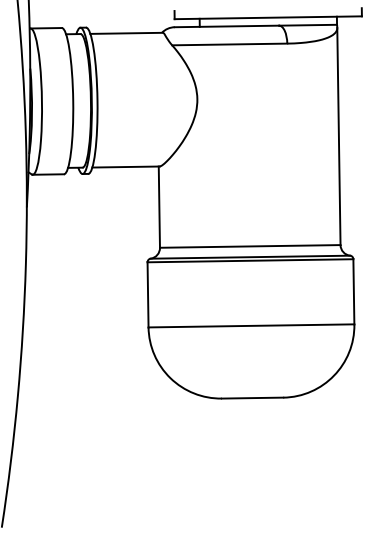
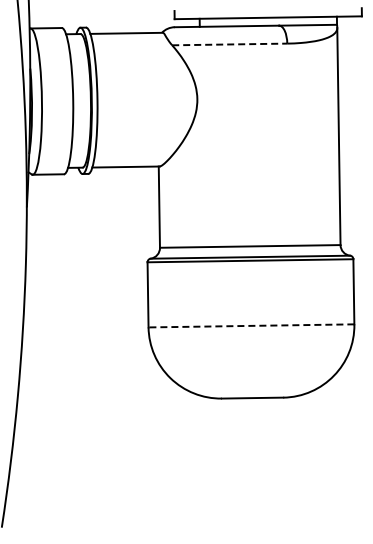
line at (229, 44): solid -> dashed
line at (251, 325): solid -> dashed
